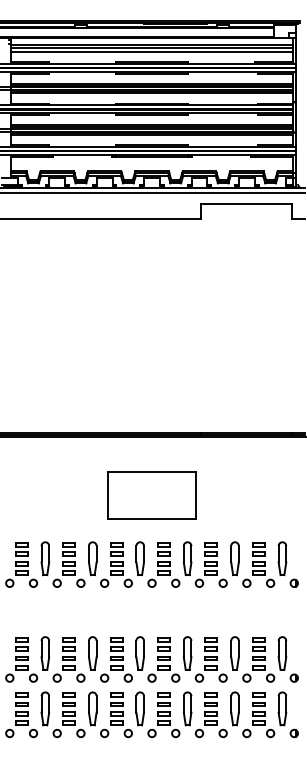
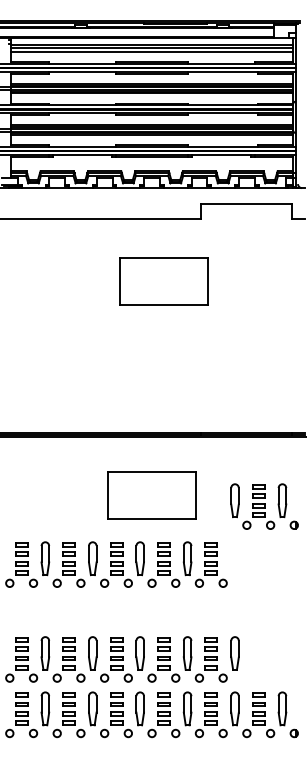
line at (152, 193): present -> none
part at (163, 281): none -> present
part at (264, 564) position: (264, 564) -> (264, 506)
part at (270, 659): present -> none
